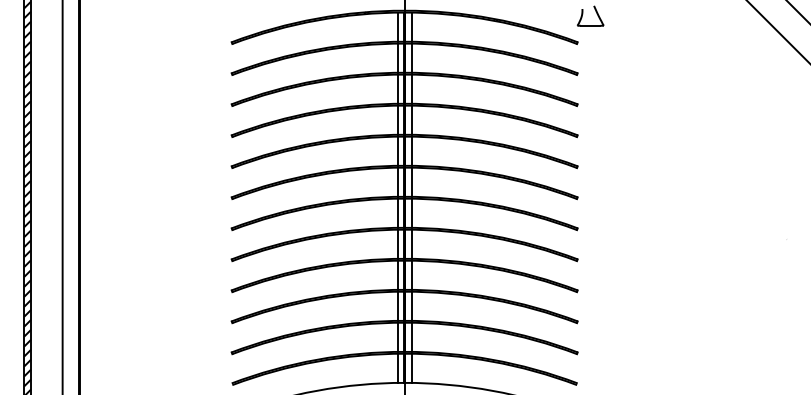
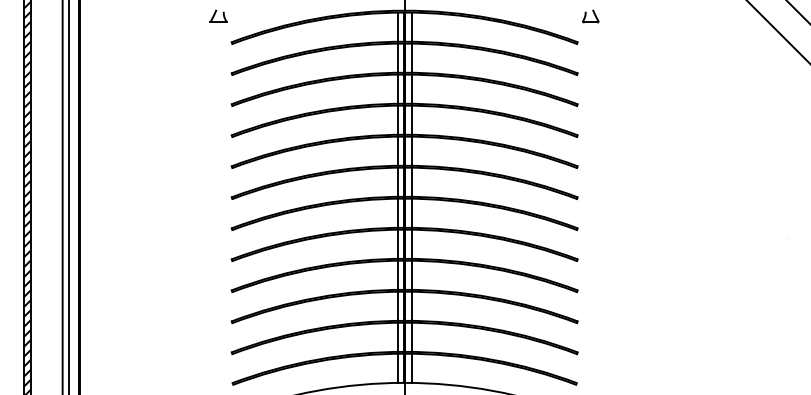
part at (218, 15): none -> present
part at (590, 15) size: 29x22 px -> 18x15 px
line at (68, 196): none -> present
